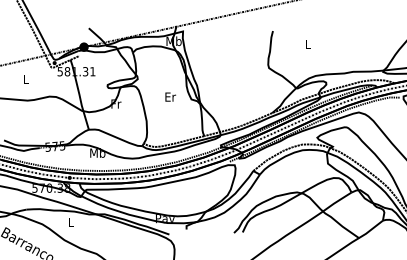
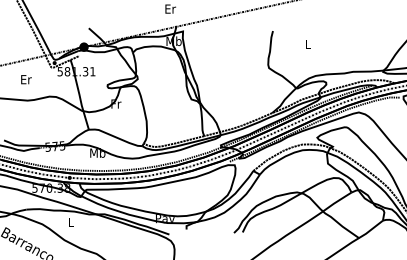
text at (26, 79): L -> Er
text at (170, 96) position: (170, 96) -> (170, 8)
